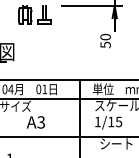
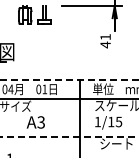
text at (105, 41): 50 -> 41
line at (69, 79): solid -> dashed
line at (69, 137): solid -> dashed
